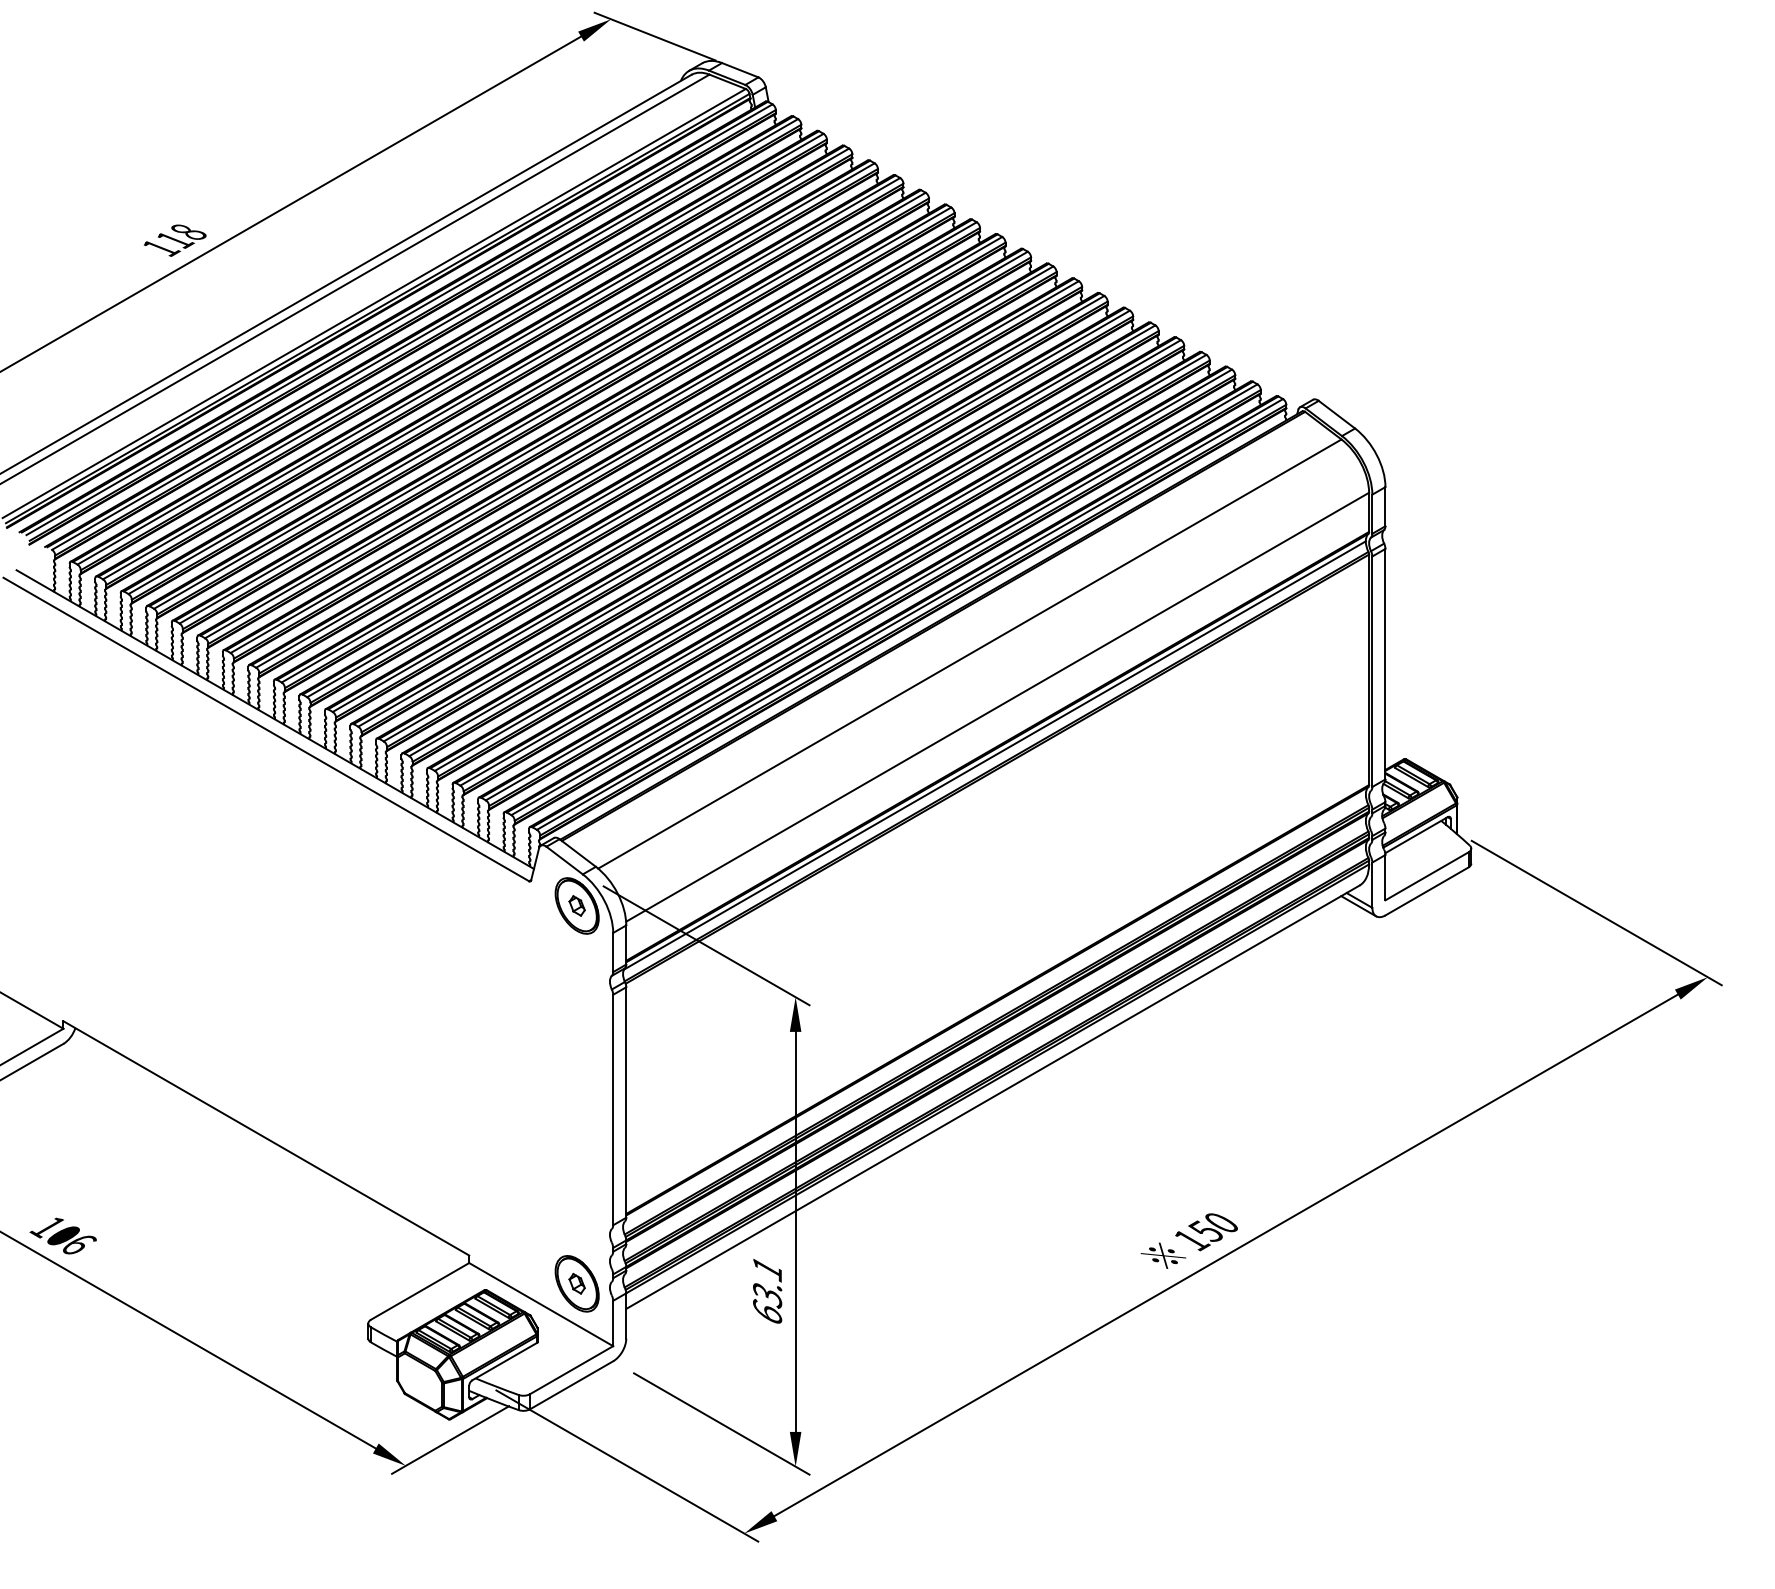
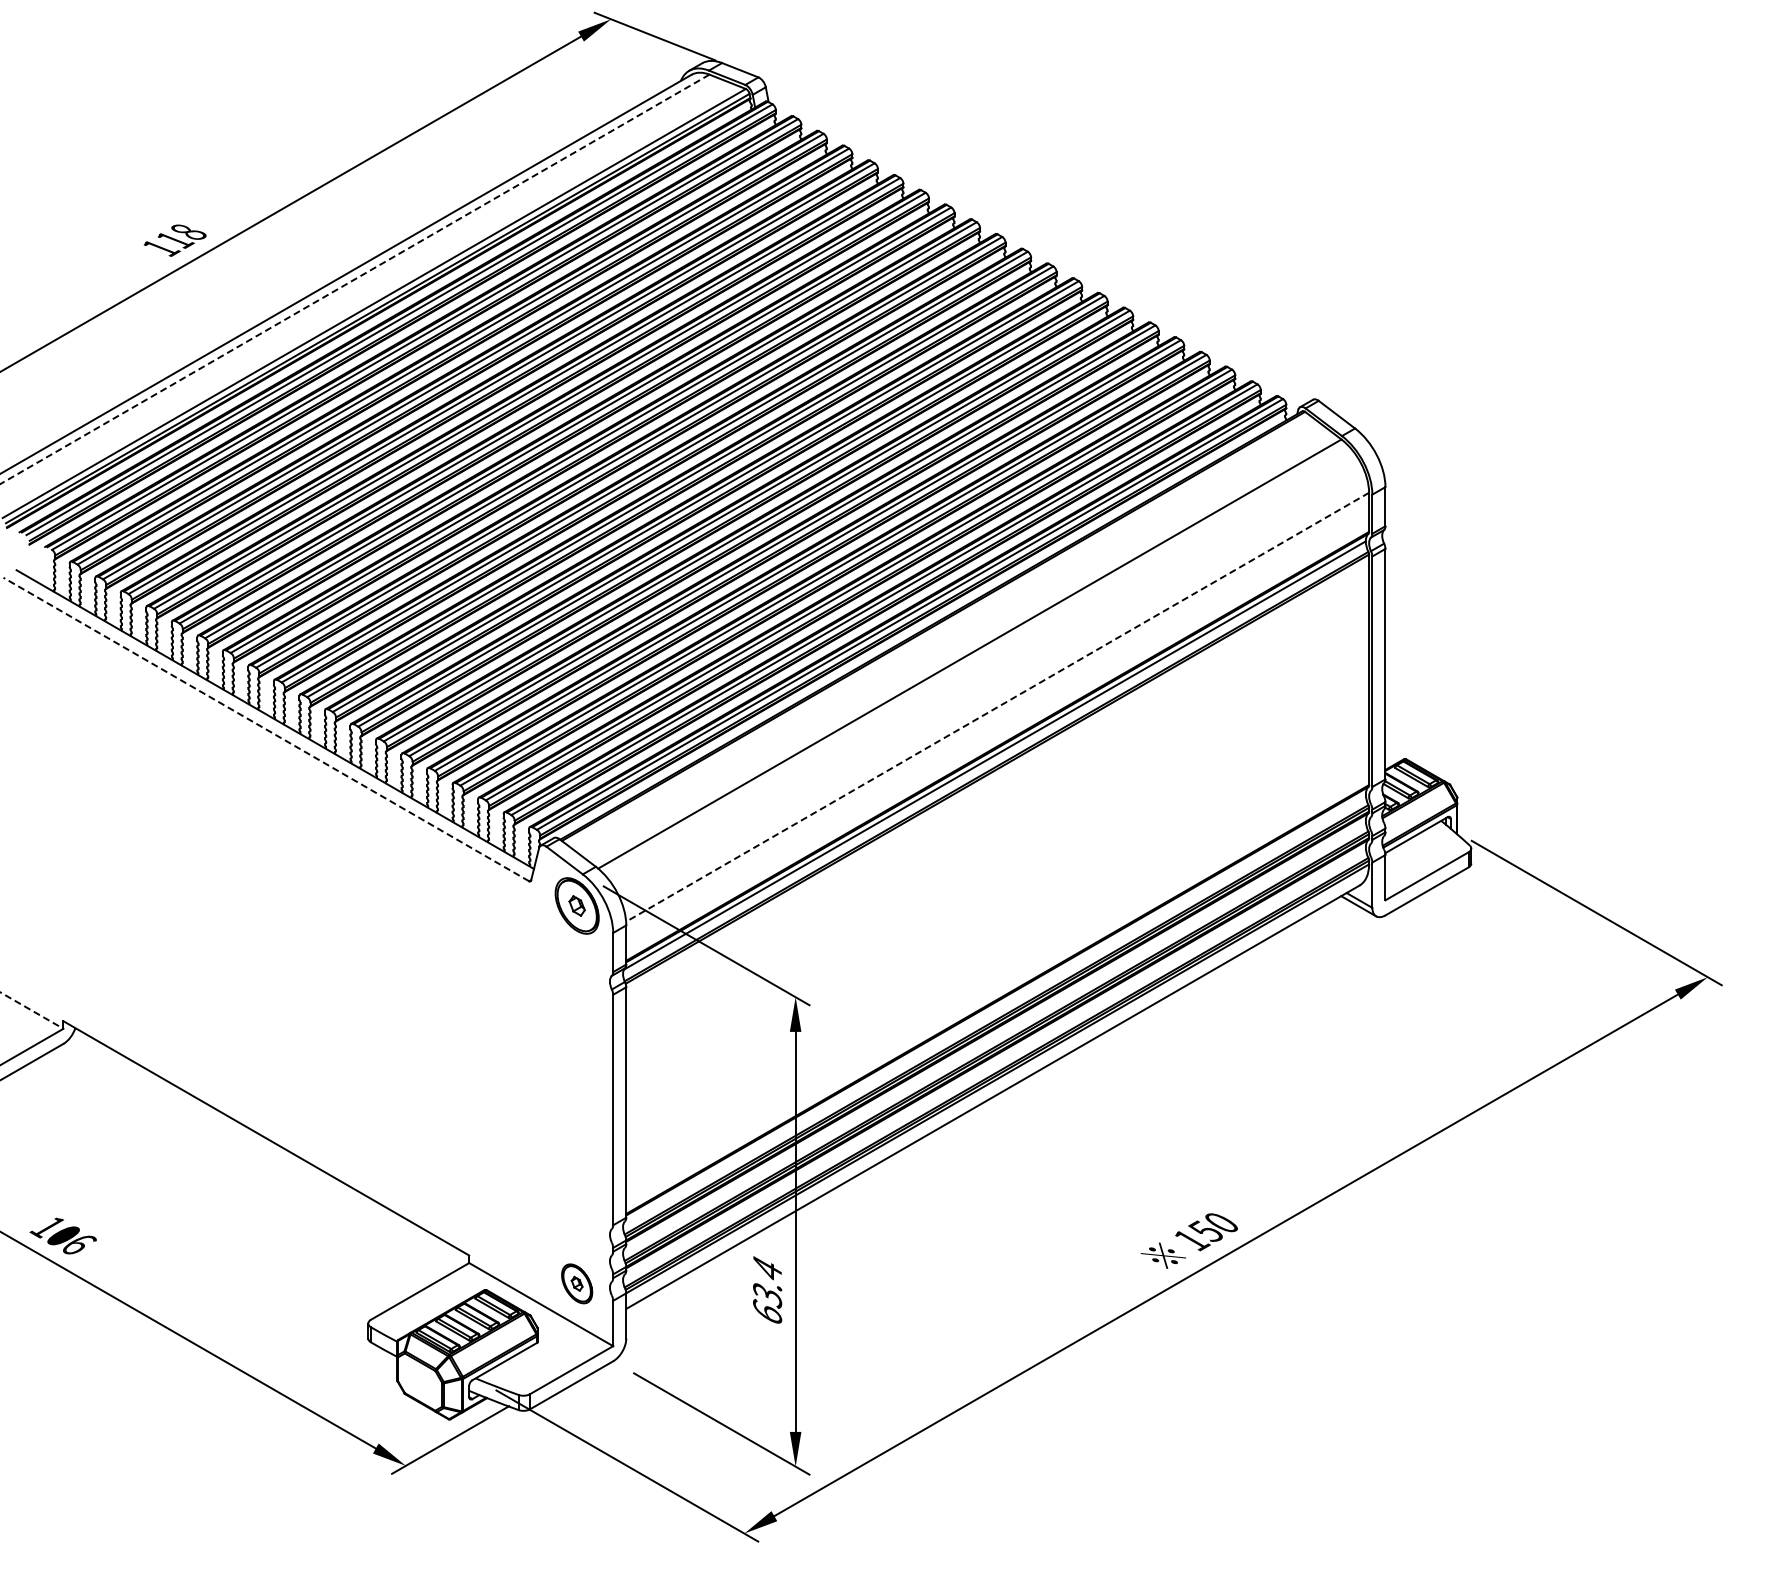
line at (354, 279): solid -> dashed
line at (997, 707): solid -> dashed
line at (266, 729): solid -> dashed
line at (32, 1010): solid -> dashed
text at (767, 1269): 63.1 -> 63.4
part at (576, 1283) size: 46x58 px -> 33x42 px
